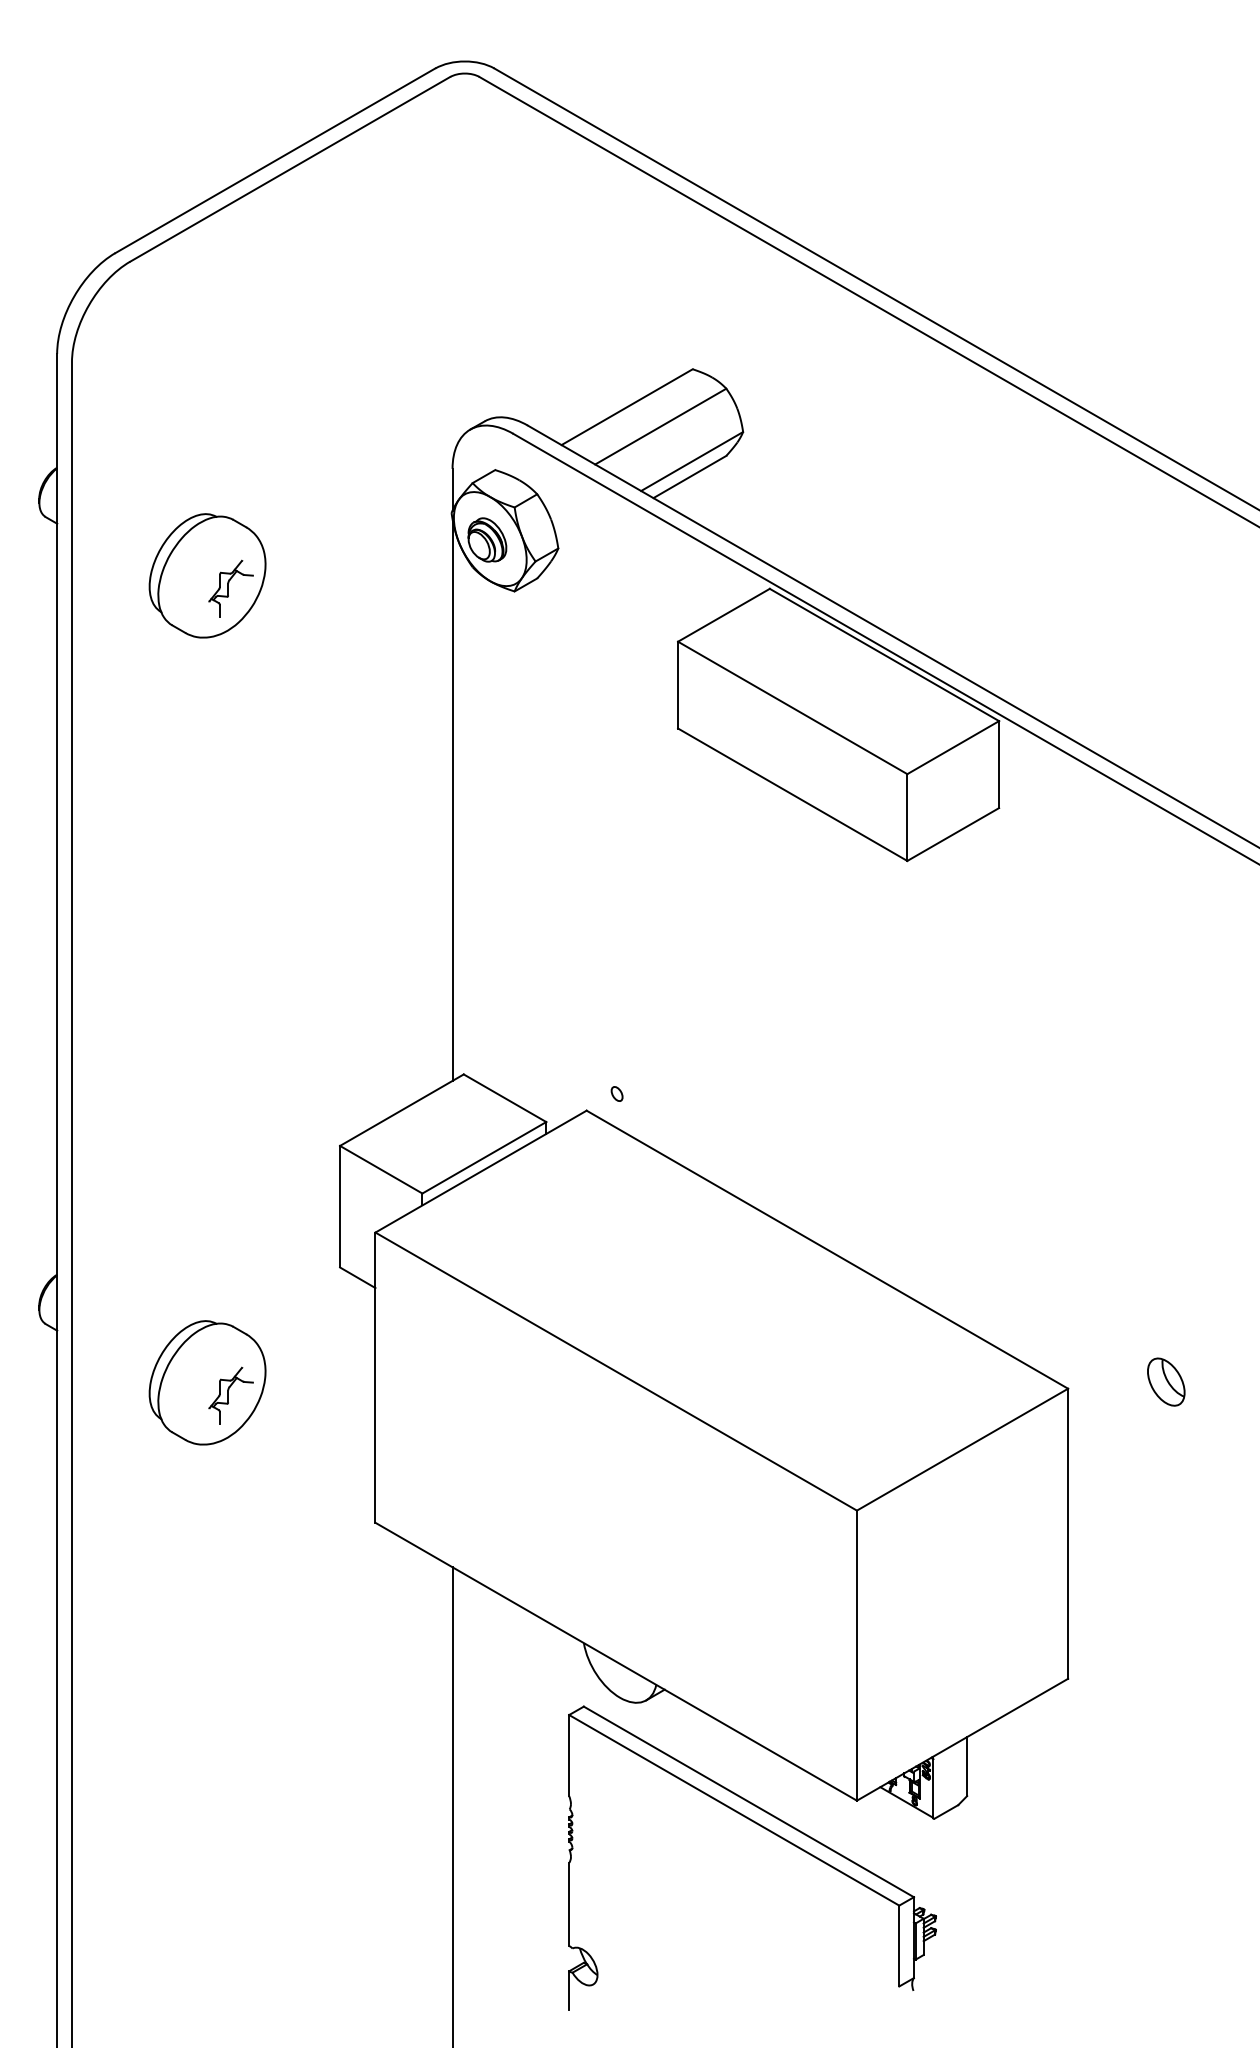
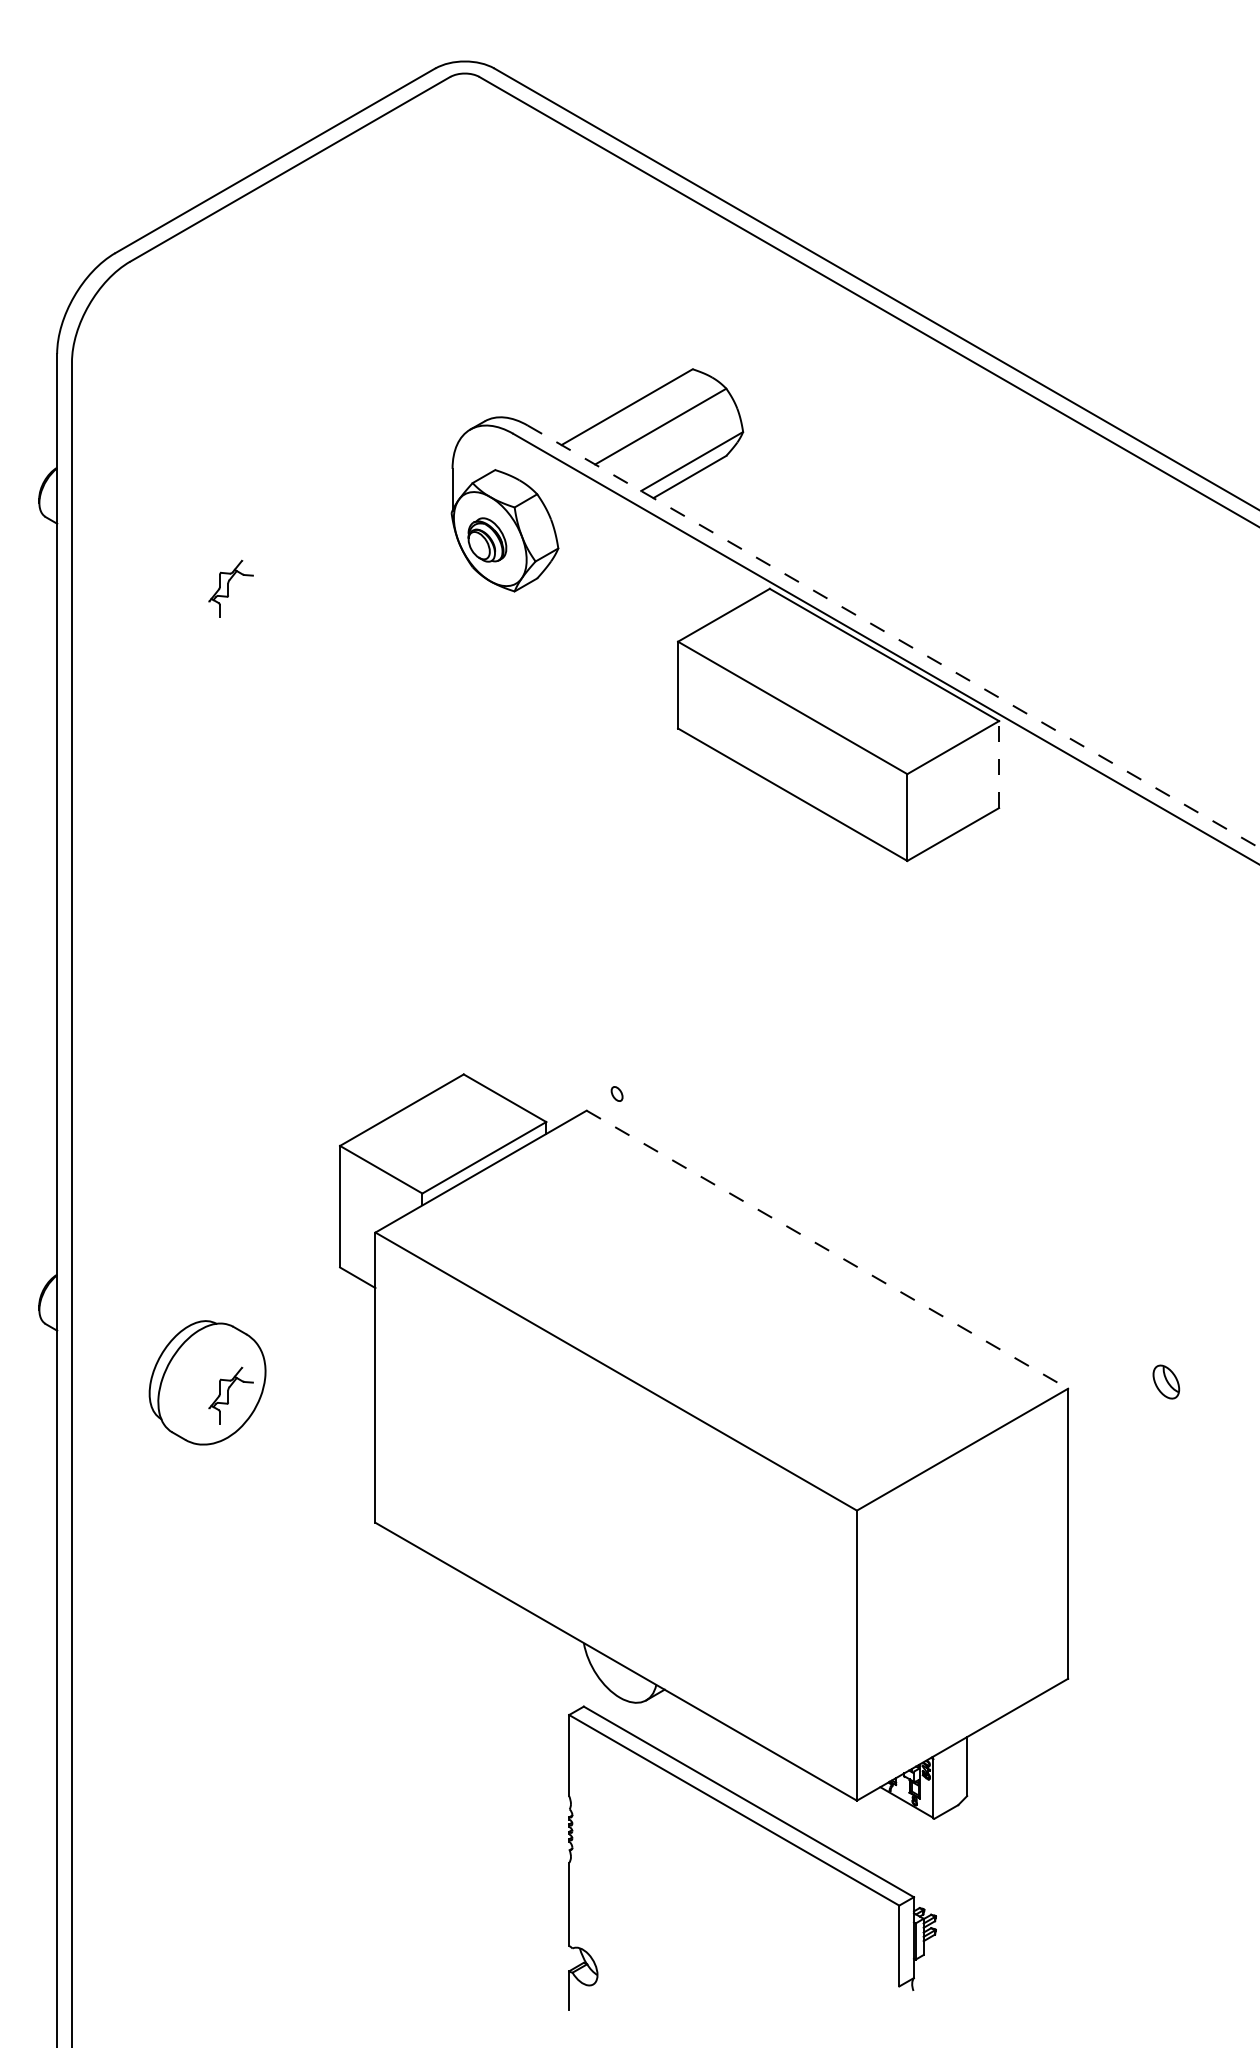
part at (207, 575): present -> none
line at (894, 637): solid -> dashed
line at (999, 764): solid -> dashed
line at (452, 799): present -> none
line at (827, 1249): solid -> dashed
part at (1166, 1381) size: 39x50 px -> 29x36 px
line at (452, 1805): present -> none
